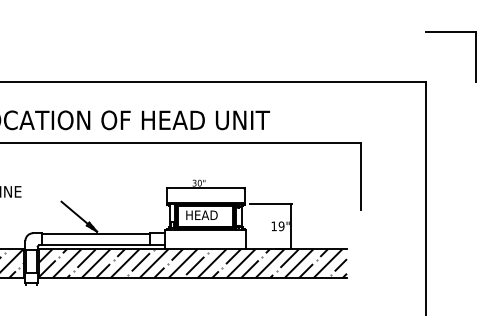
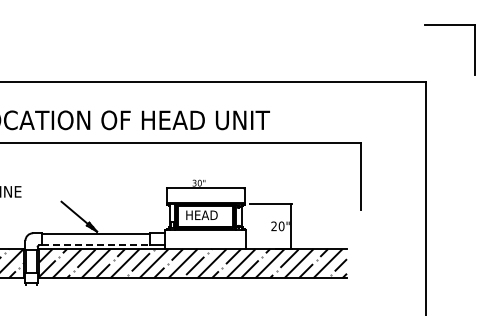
part at (450, 32) position: (450, 32) -> (449, 25)
text at (277, 226): 19" -> 20"
line at (96, 244): solid -> dashed
